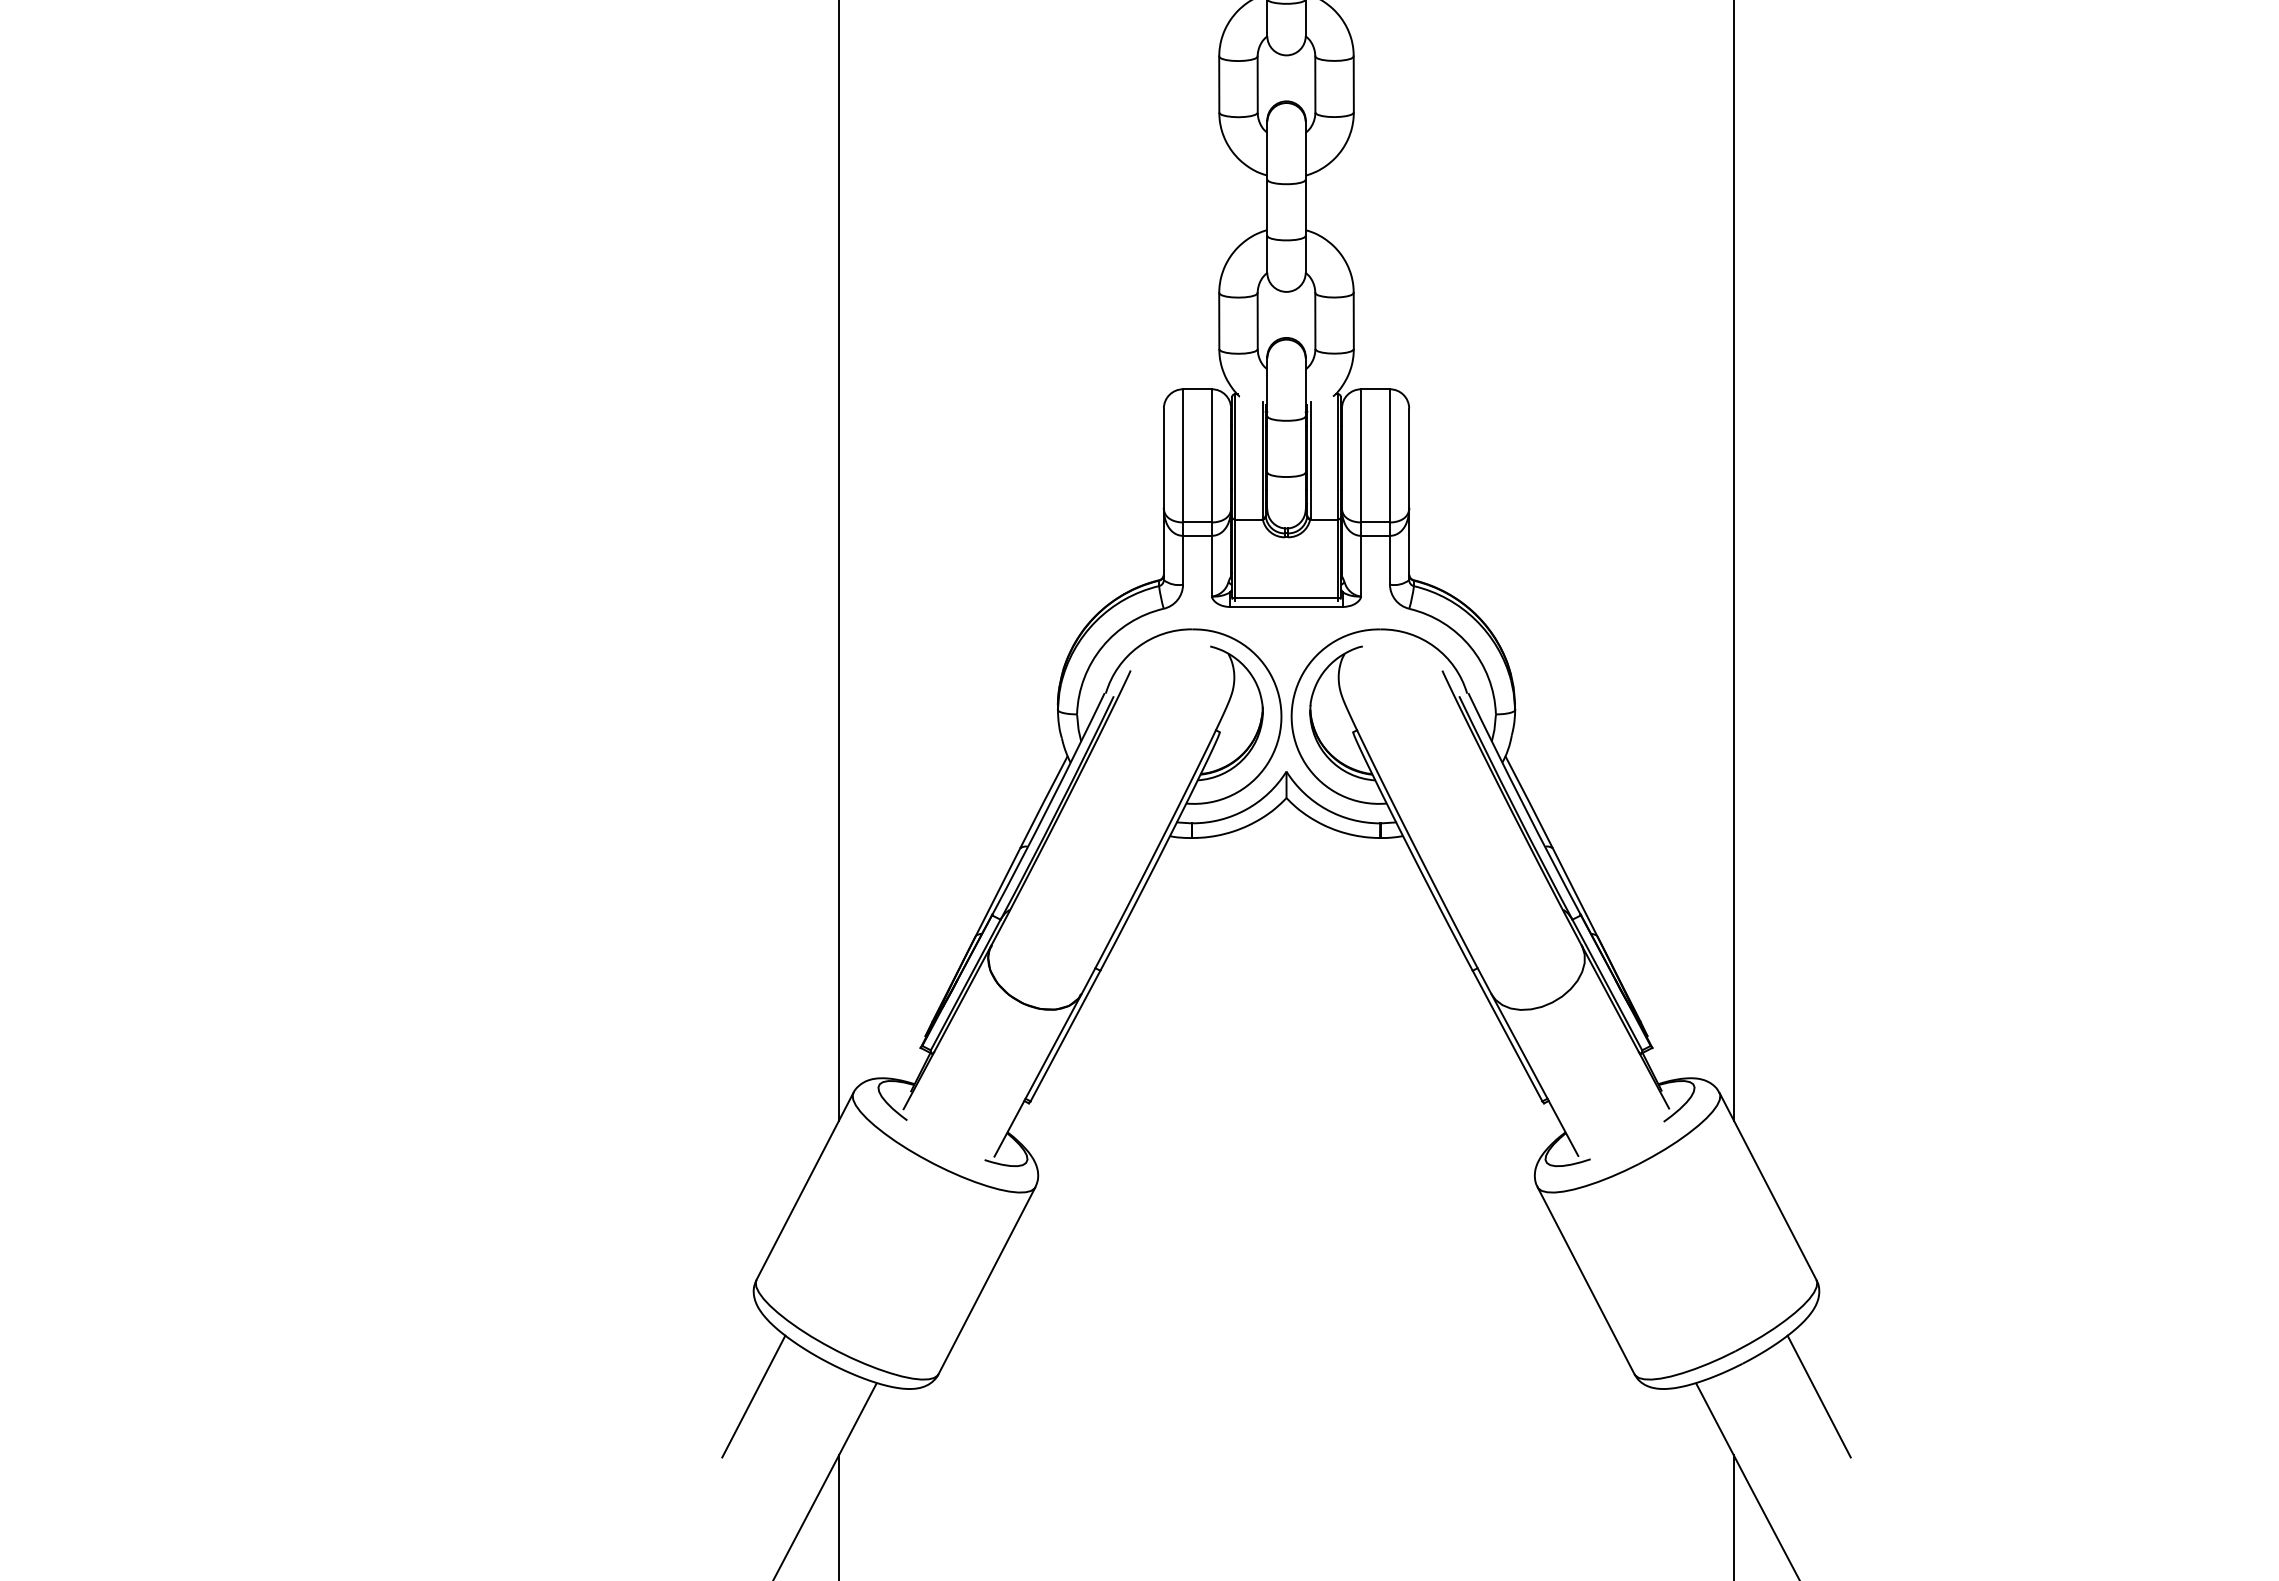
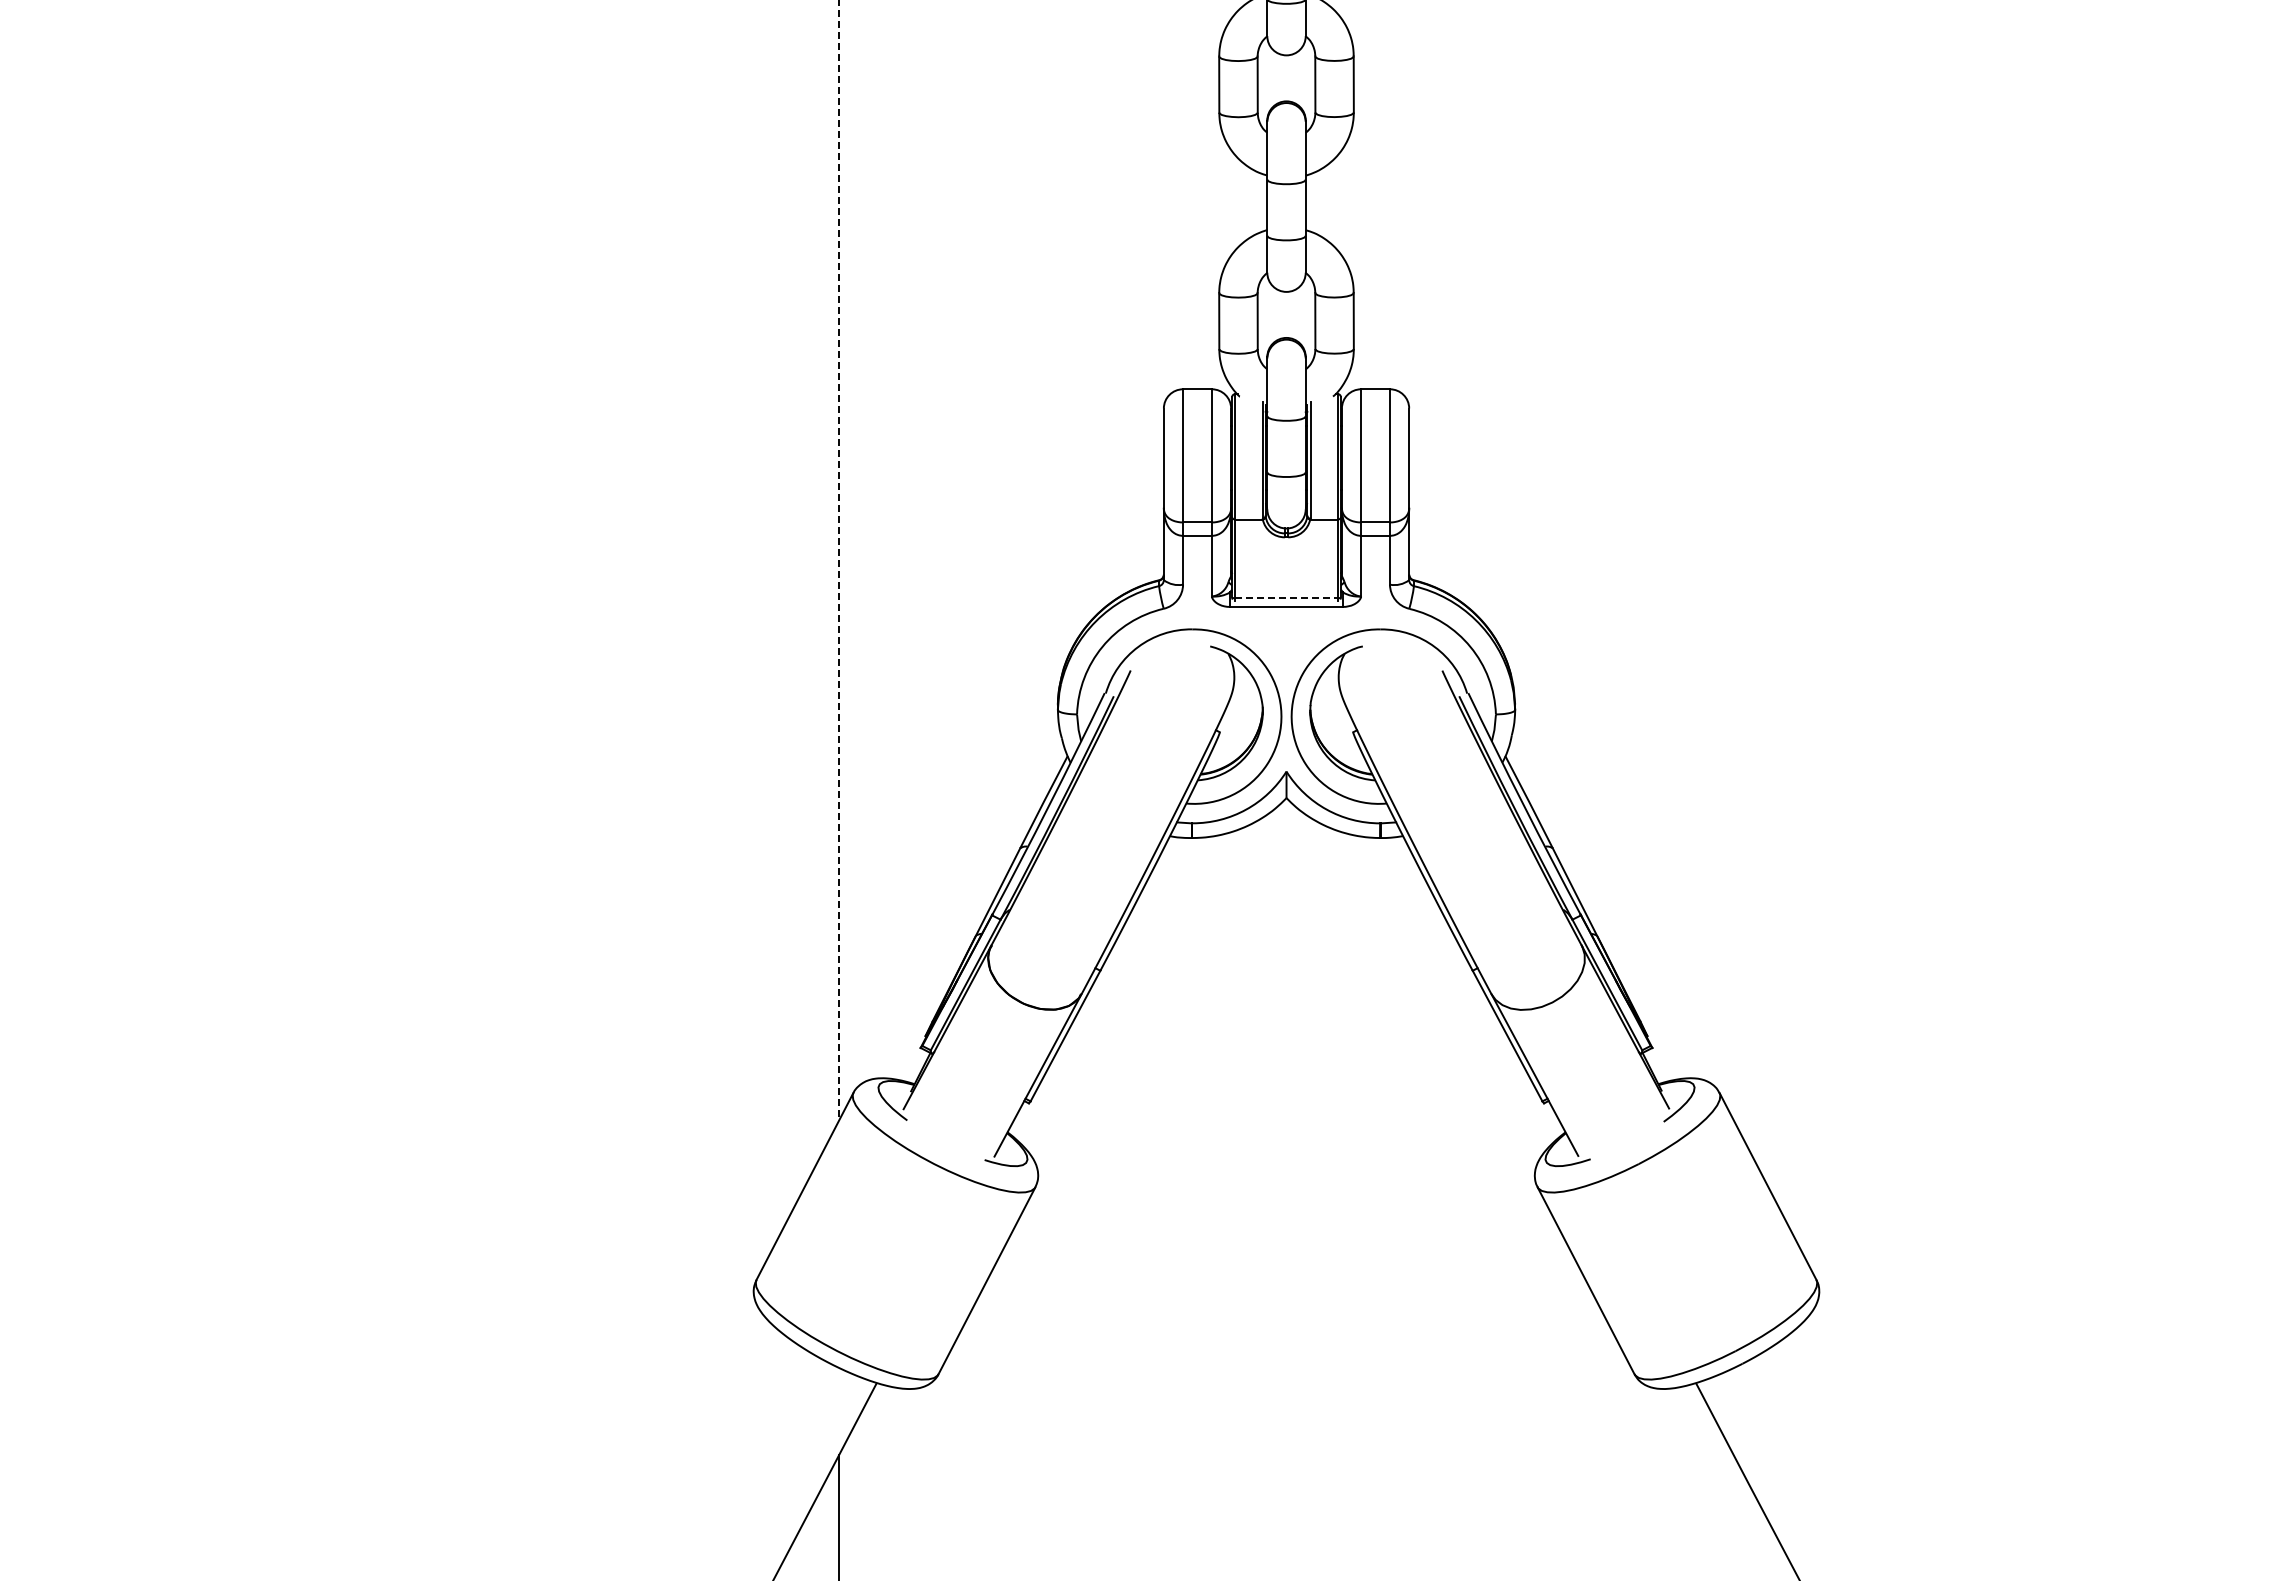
line at (839, 560): solid -> dashed
line at (1733, 561): present -> none
line at (1287, 598): solid -> dashed
line at (753, 1396): present -> none
line at (1818, 1396): present -> none
line at (1733, 1516): present -> none
